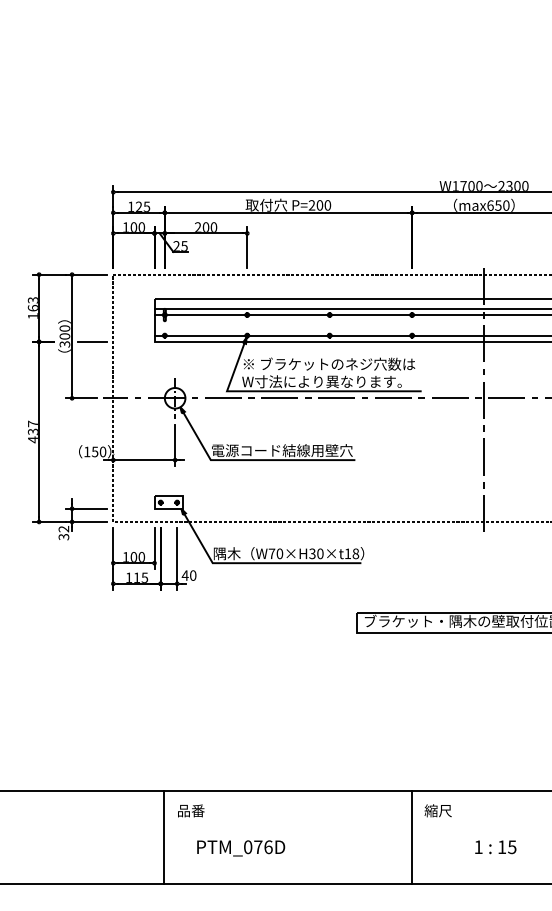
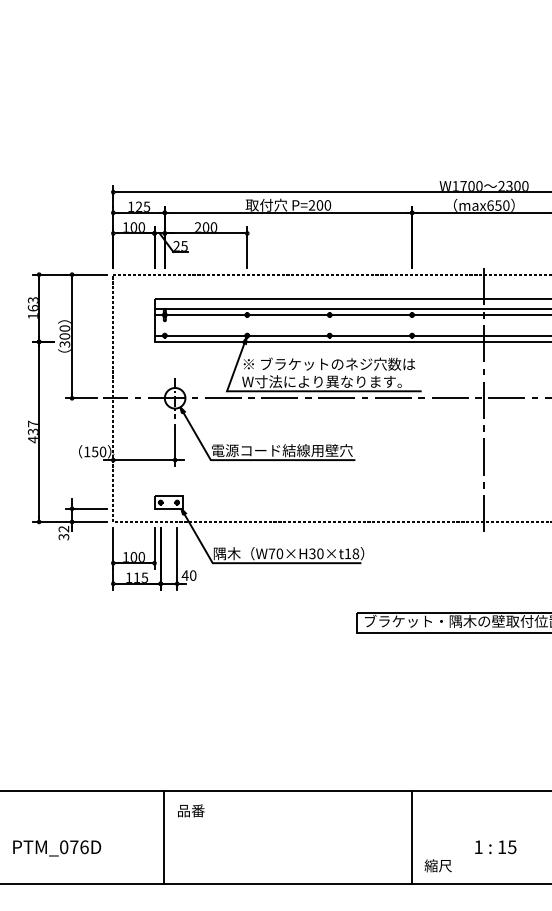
line at (92, 341): present -> none
text at (437, 810) position: (437, 810) -> (437, 865)
text at (241, 848) position: (241, 848) -> (57, 848)
